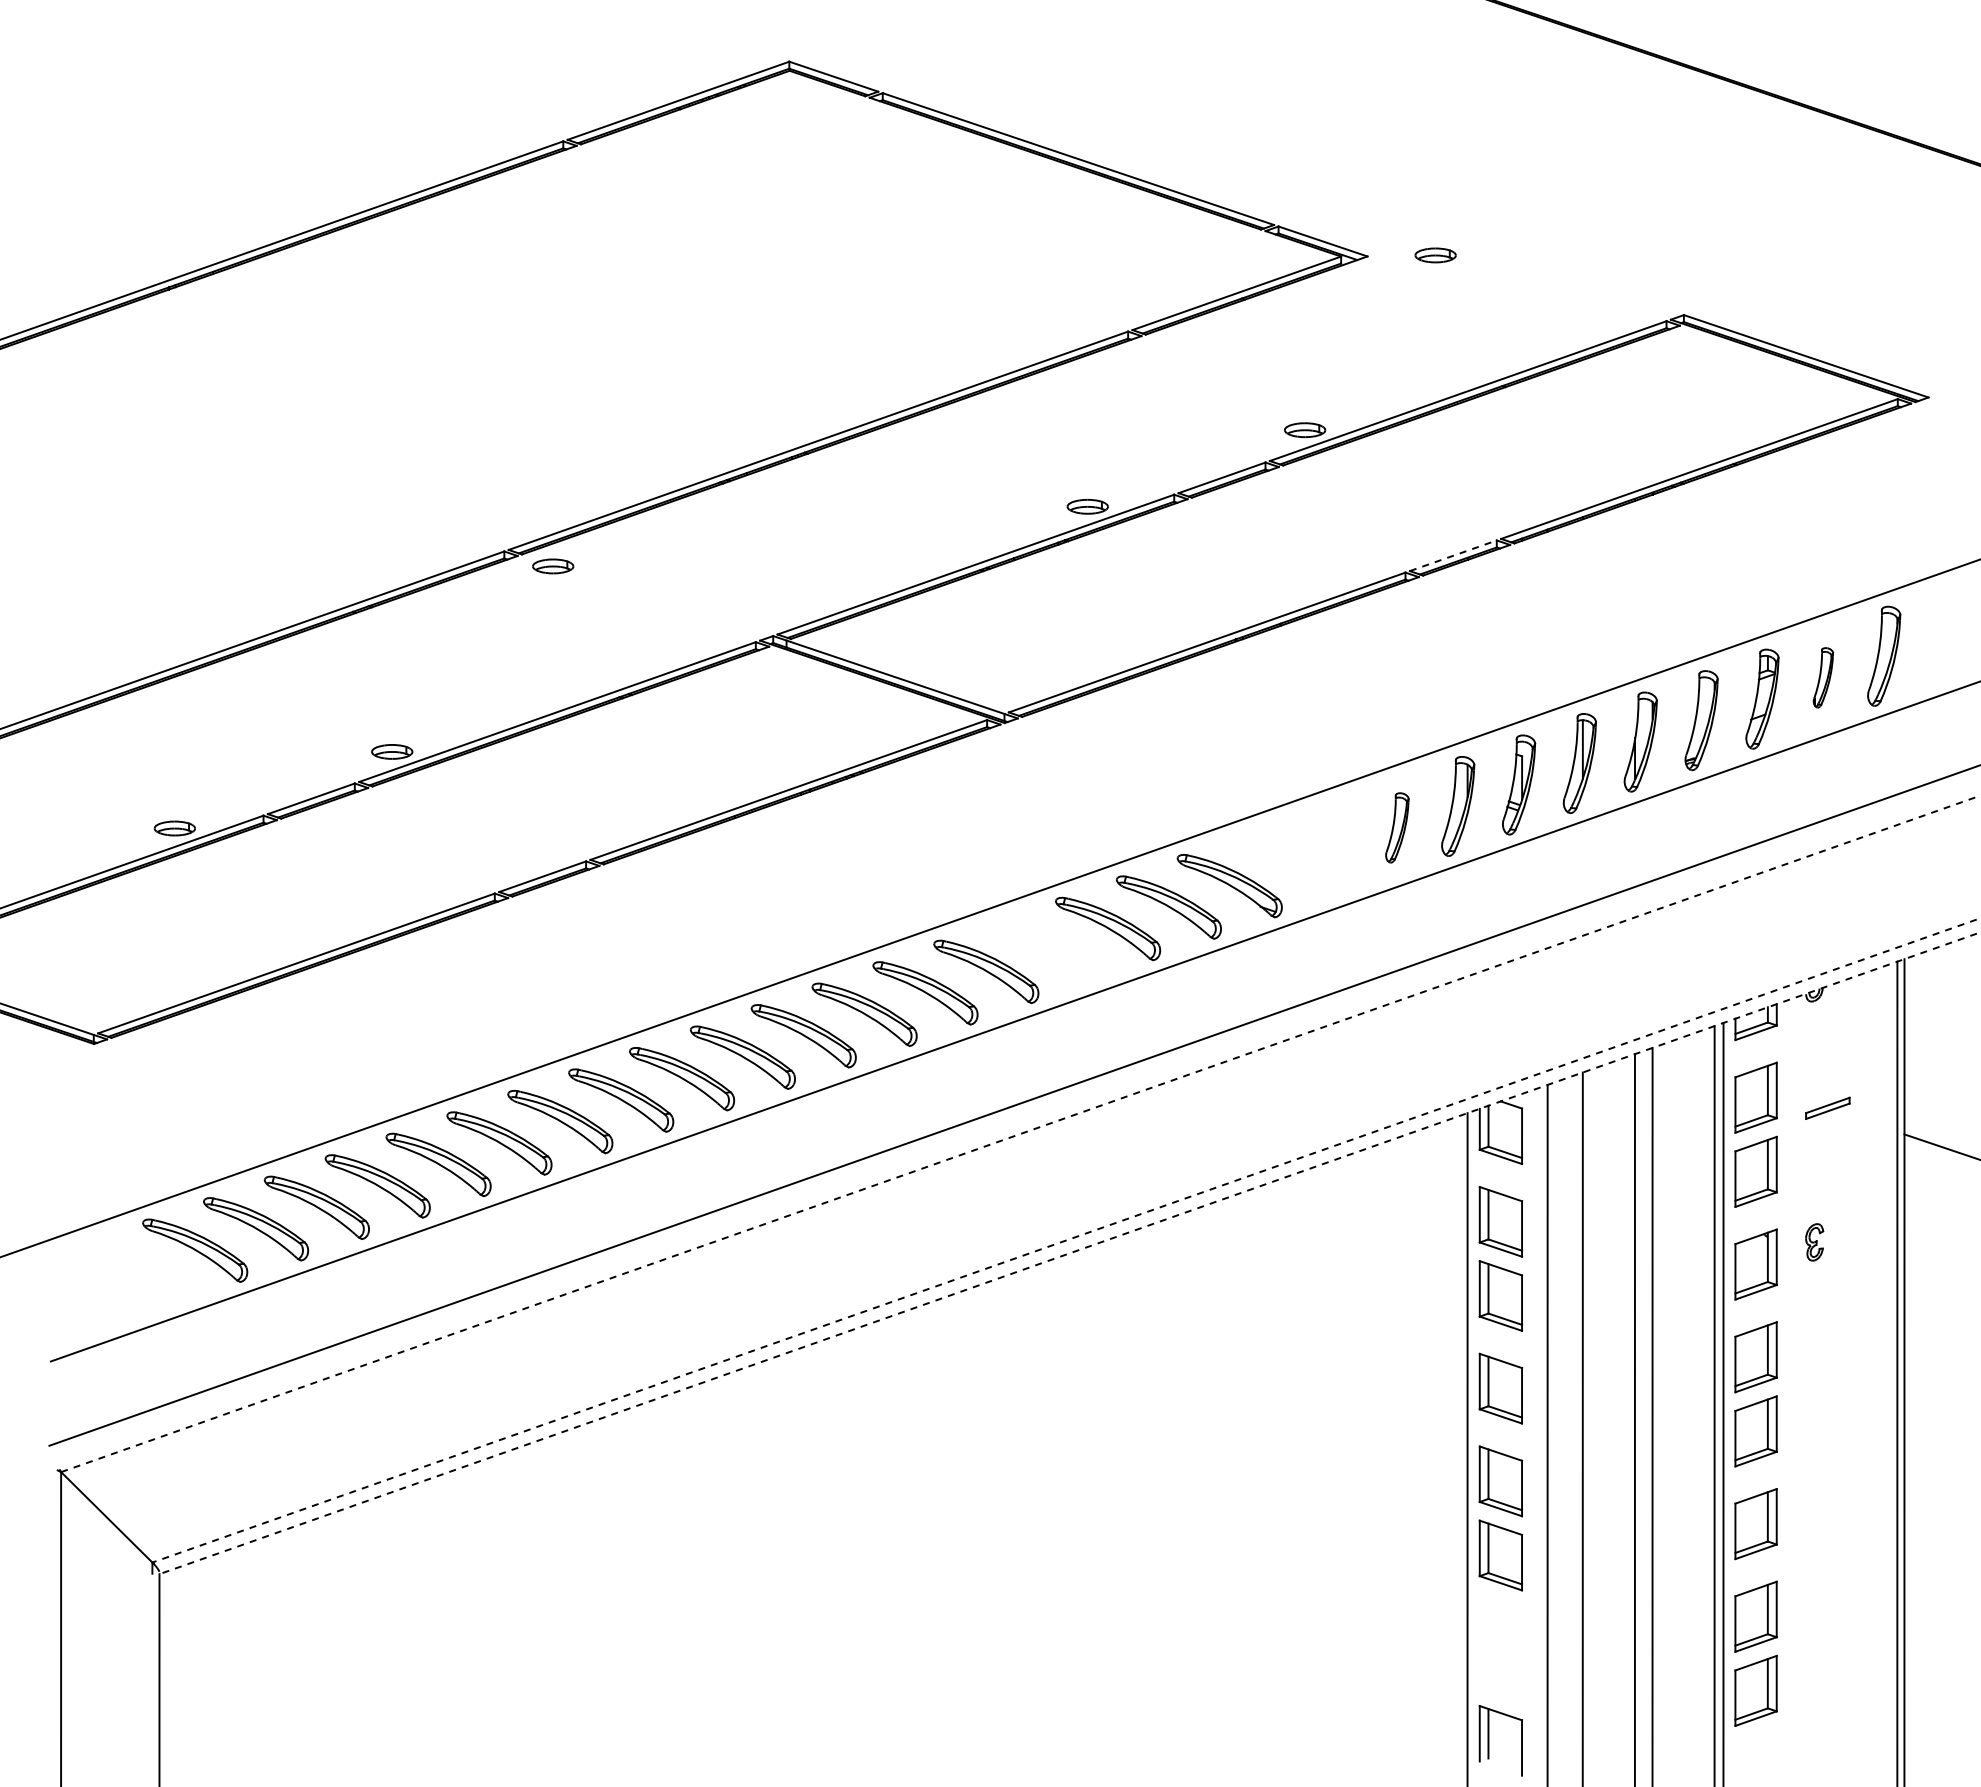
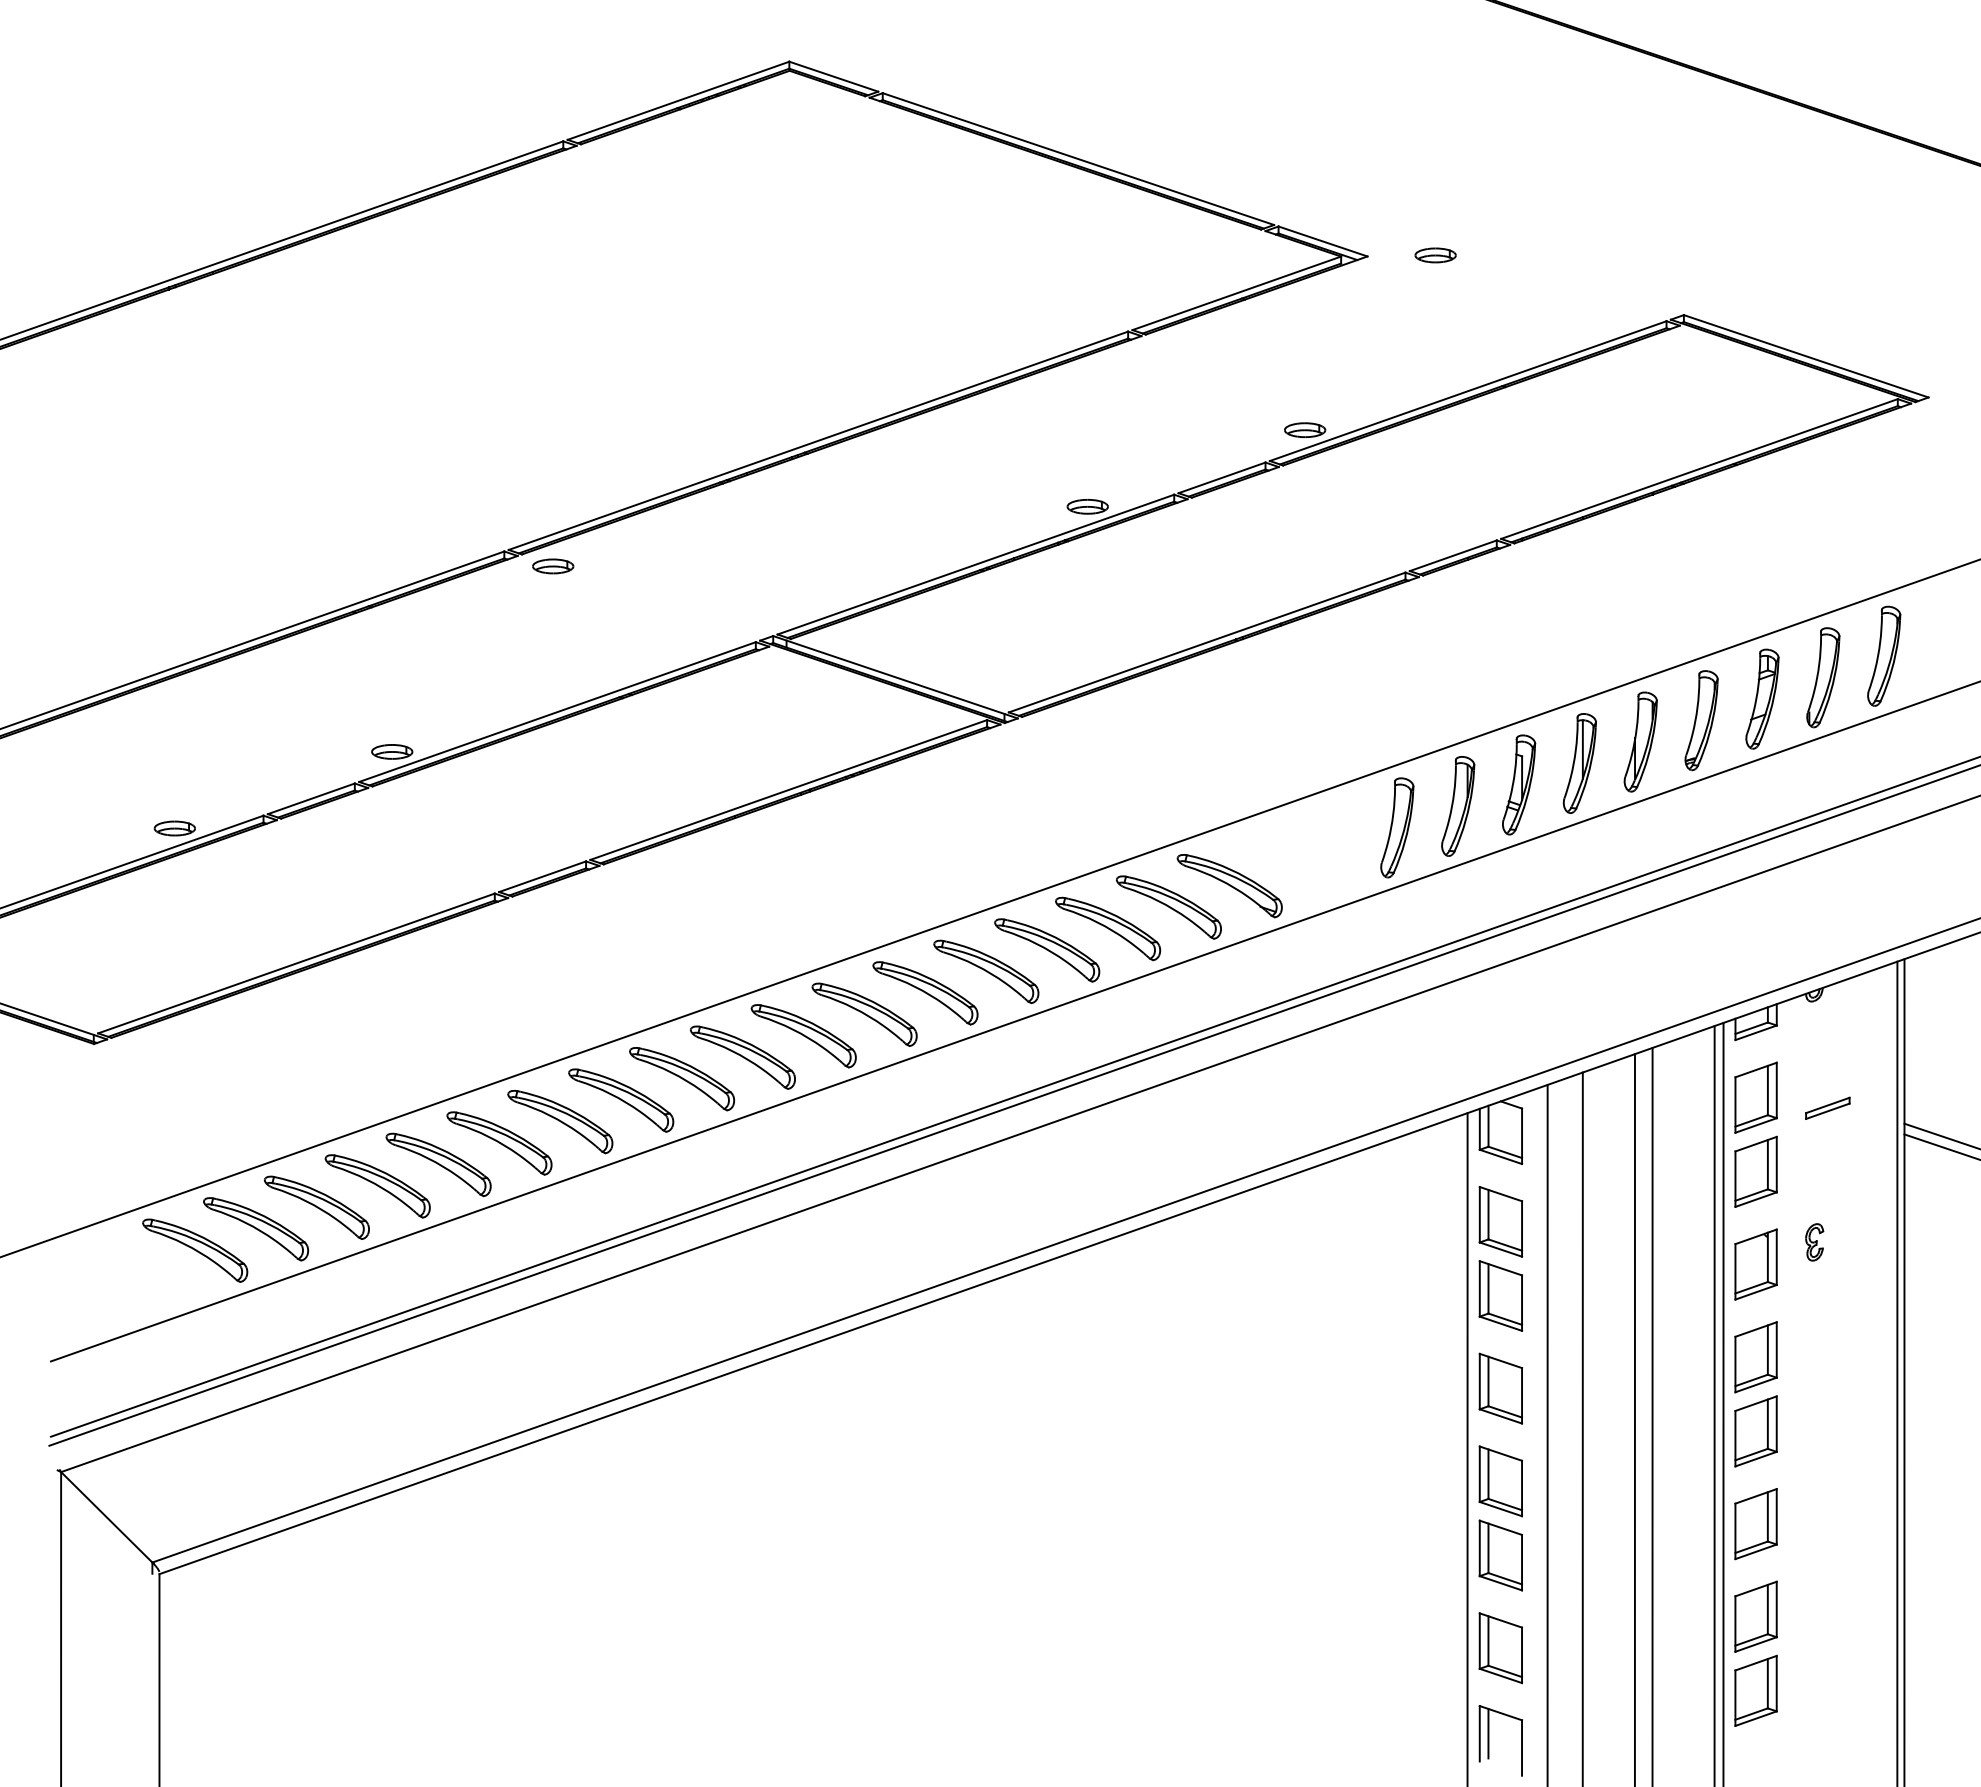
line at (1453, 555): dashed -> solid
part at (1823, 677) size: 23x62 px -> 35x102 px
part at (1397, 827) size: 25x72 px -> 35x102 px
part at (1047, 950): none -> present
line at (1013, 1096): none -> present
line at (1021, 1133): dashed -> solid
line at (1940, 1135): none -> present
line at (1066, 1240): dashed -> solid
line at (1069, 1253): dashed -> solid
part at (1500, 1648): none -> present
